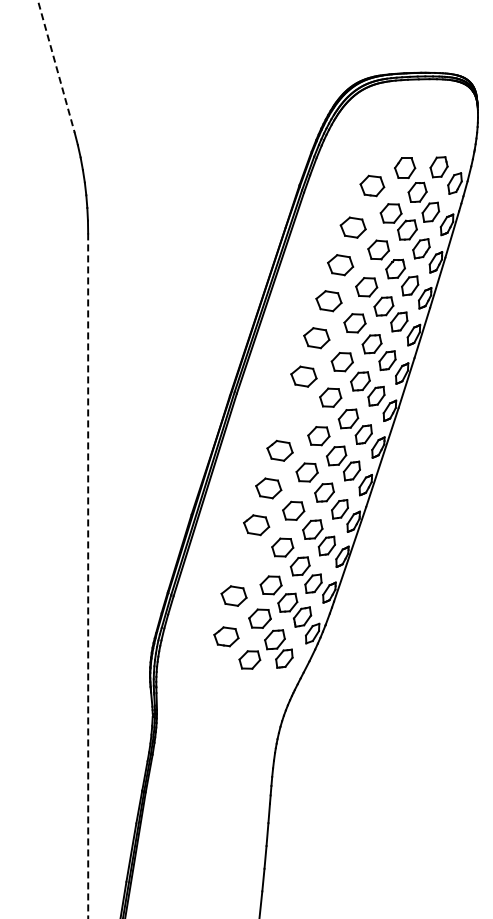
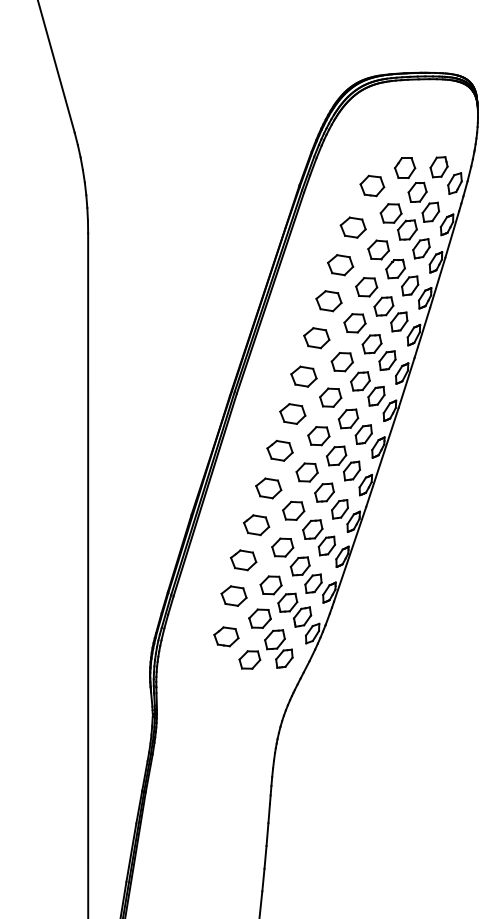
line at (56, 67): dashed -> solid
part at (292, 413): none -> present
part at (243, 560): none -> present
line at (88, 576): dashed -> solid
